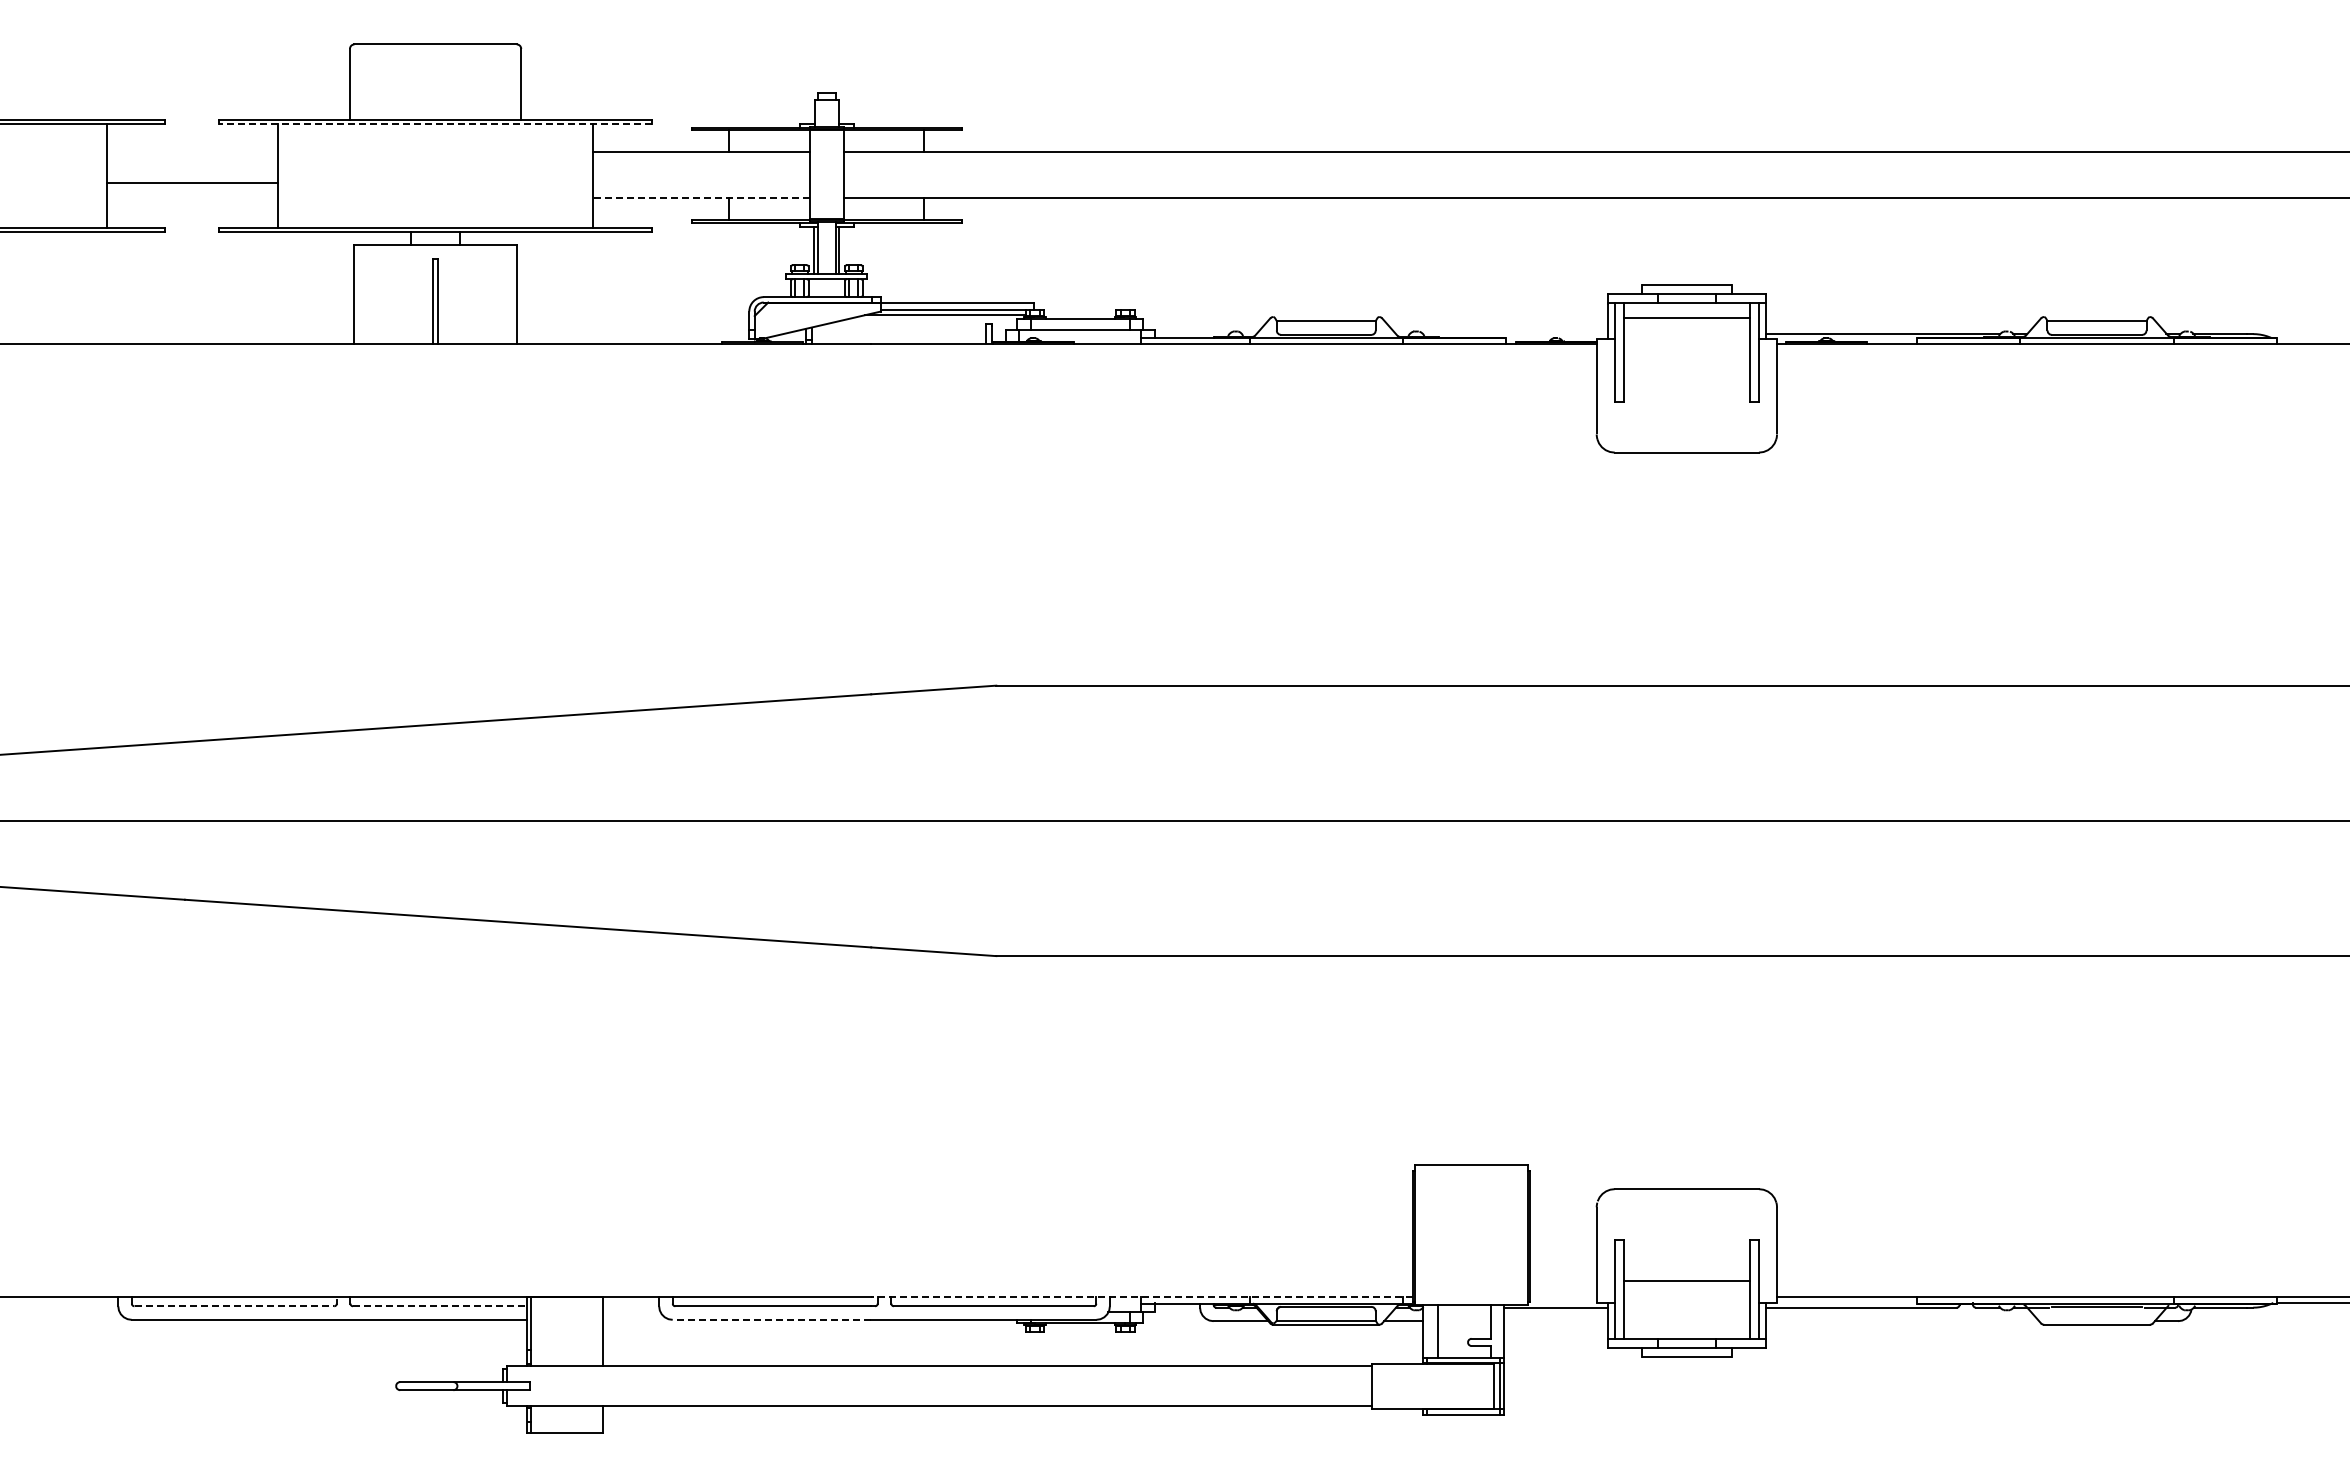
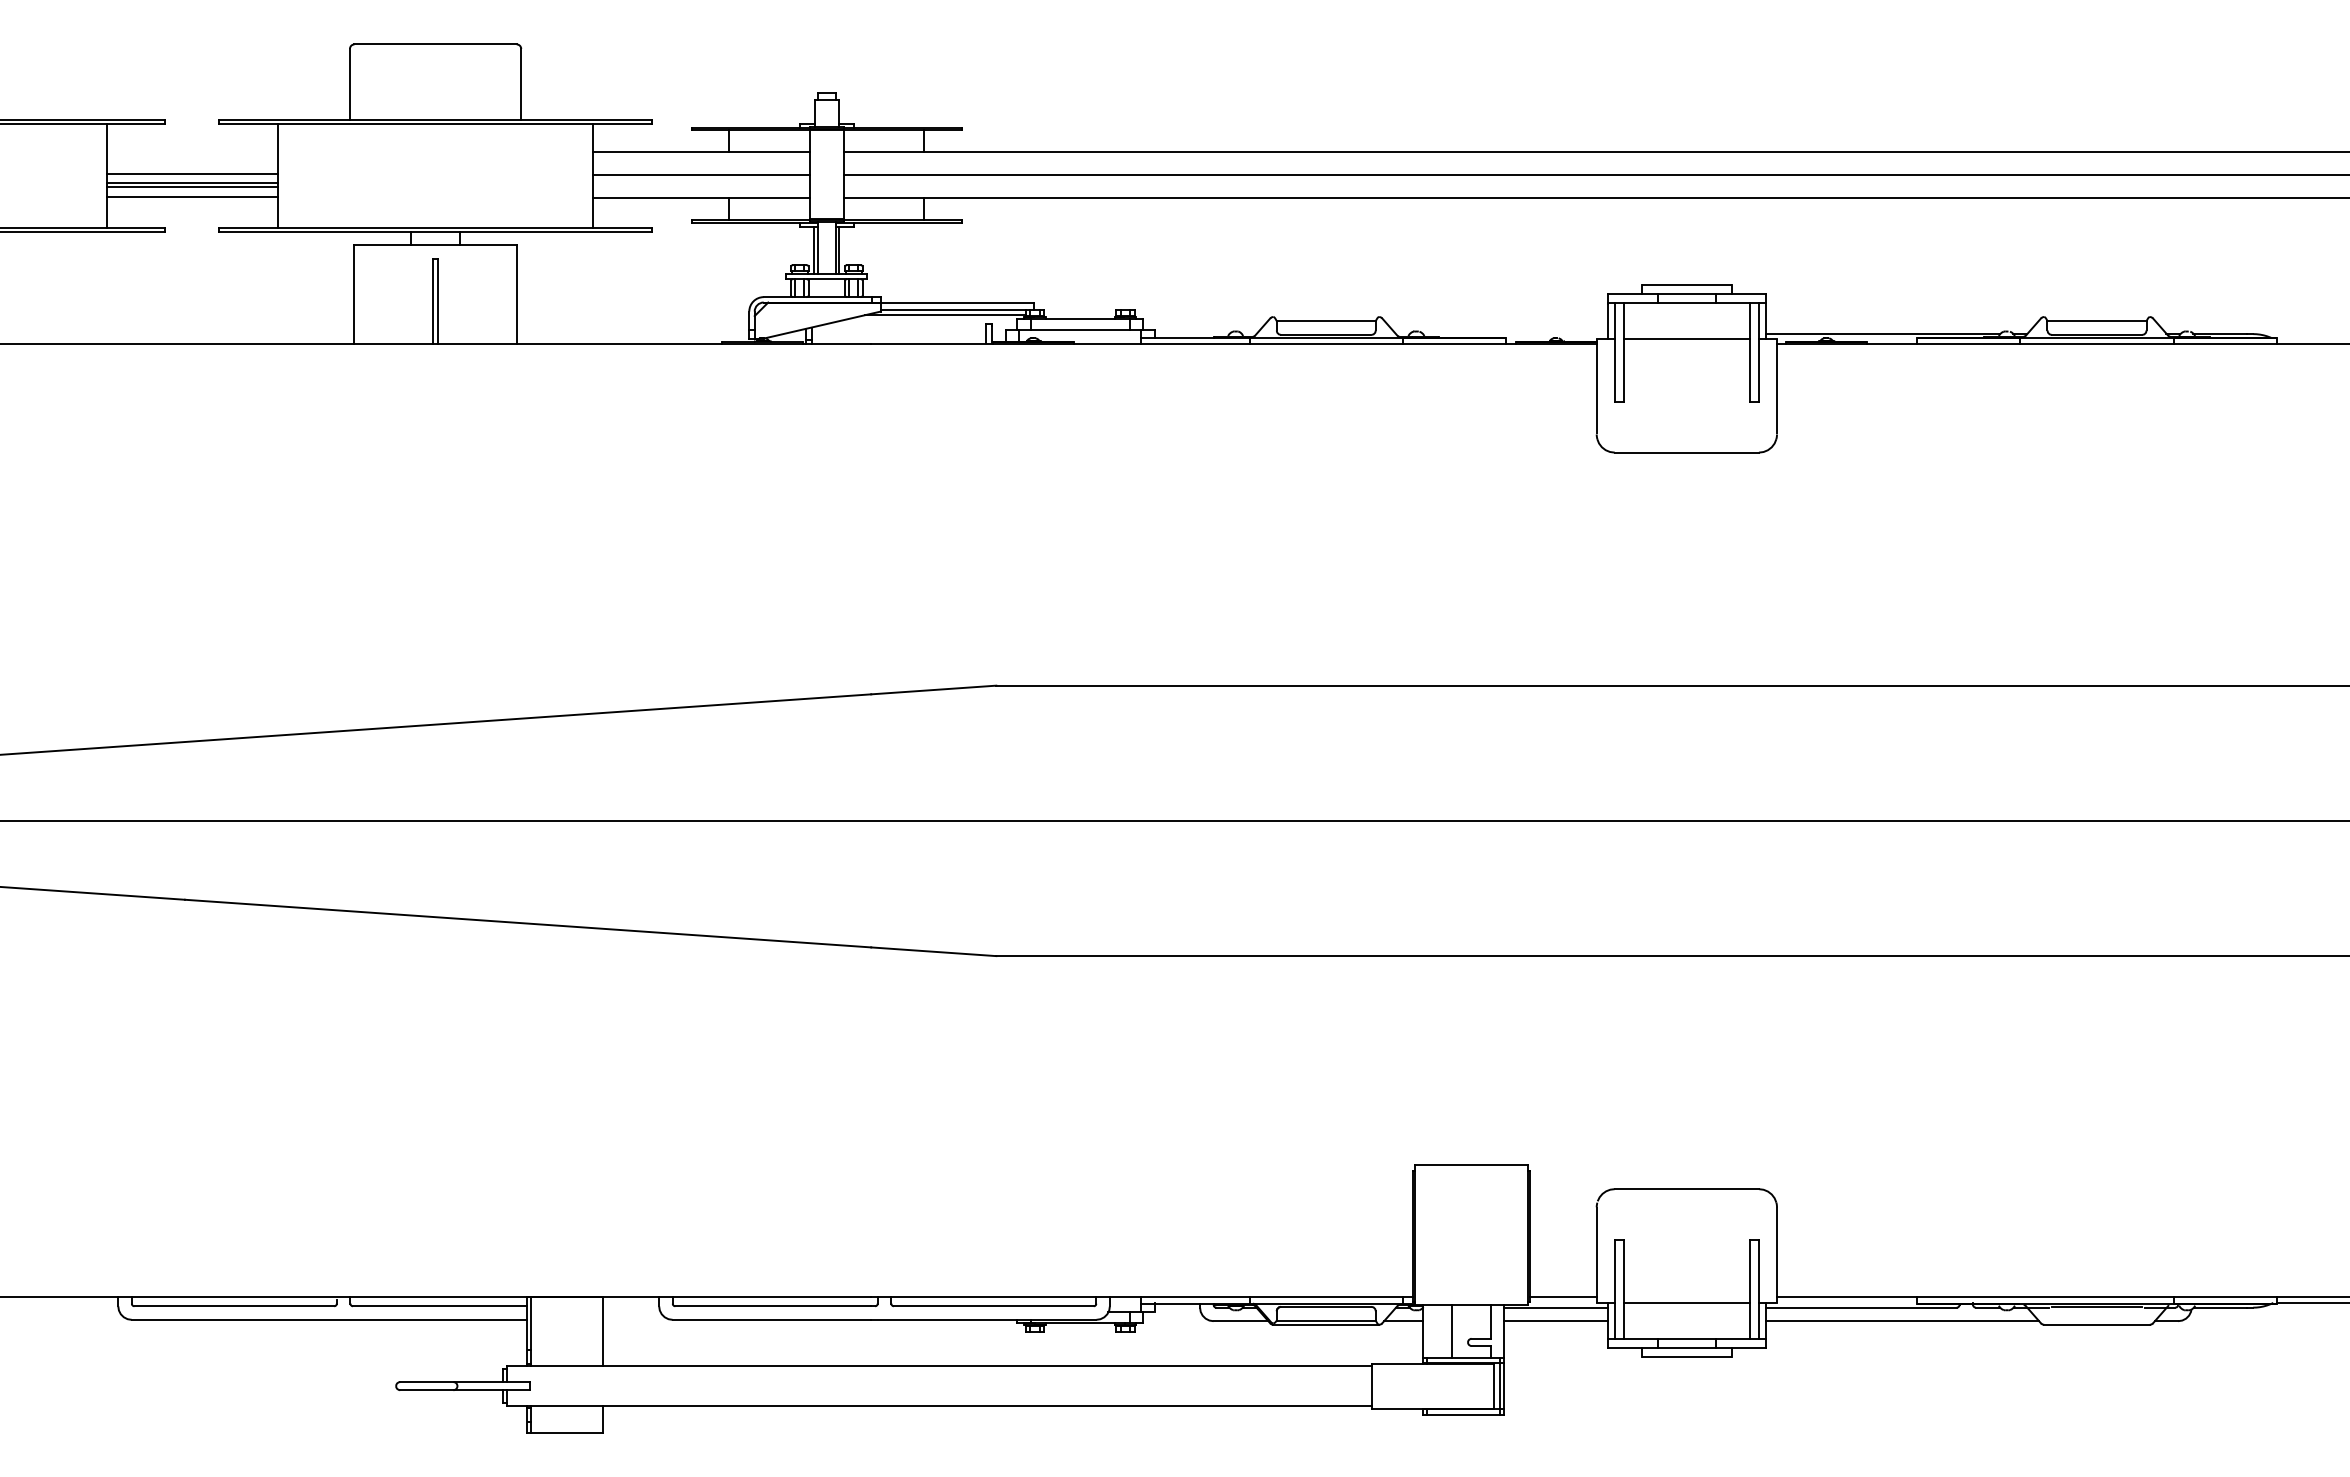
line at (435, 124): dashed -> solid
line at (191, 173): none -> present
line at (701, 174): none -> present
line at (1594, 174): none -> present
line at (191, 187): none -> present
line at (191, 196): none -> present
line at (701, 197): dashed -> solid
line at (1686, 318) position: (1686, 318) -> (1686, 339)
line at (1686, 1280) position: (1686, 1280) -> (1686, 1302)
line at (1142, 1297): dashed -> solid
line at (1563, 1297): none -> present
line at (234, 1306): dashed -> solid
line at (440, 1306): dashed -> solid
line at (771, 1319): dashed -> solid
line at (1555, 1321): none -> present
line at (1902, 1321): none -> present
line at (1438, 1331) position: (1438, 1331) -> (1452, 1331)
